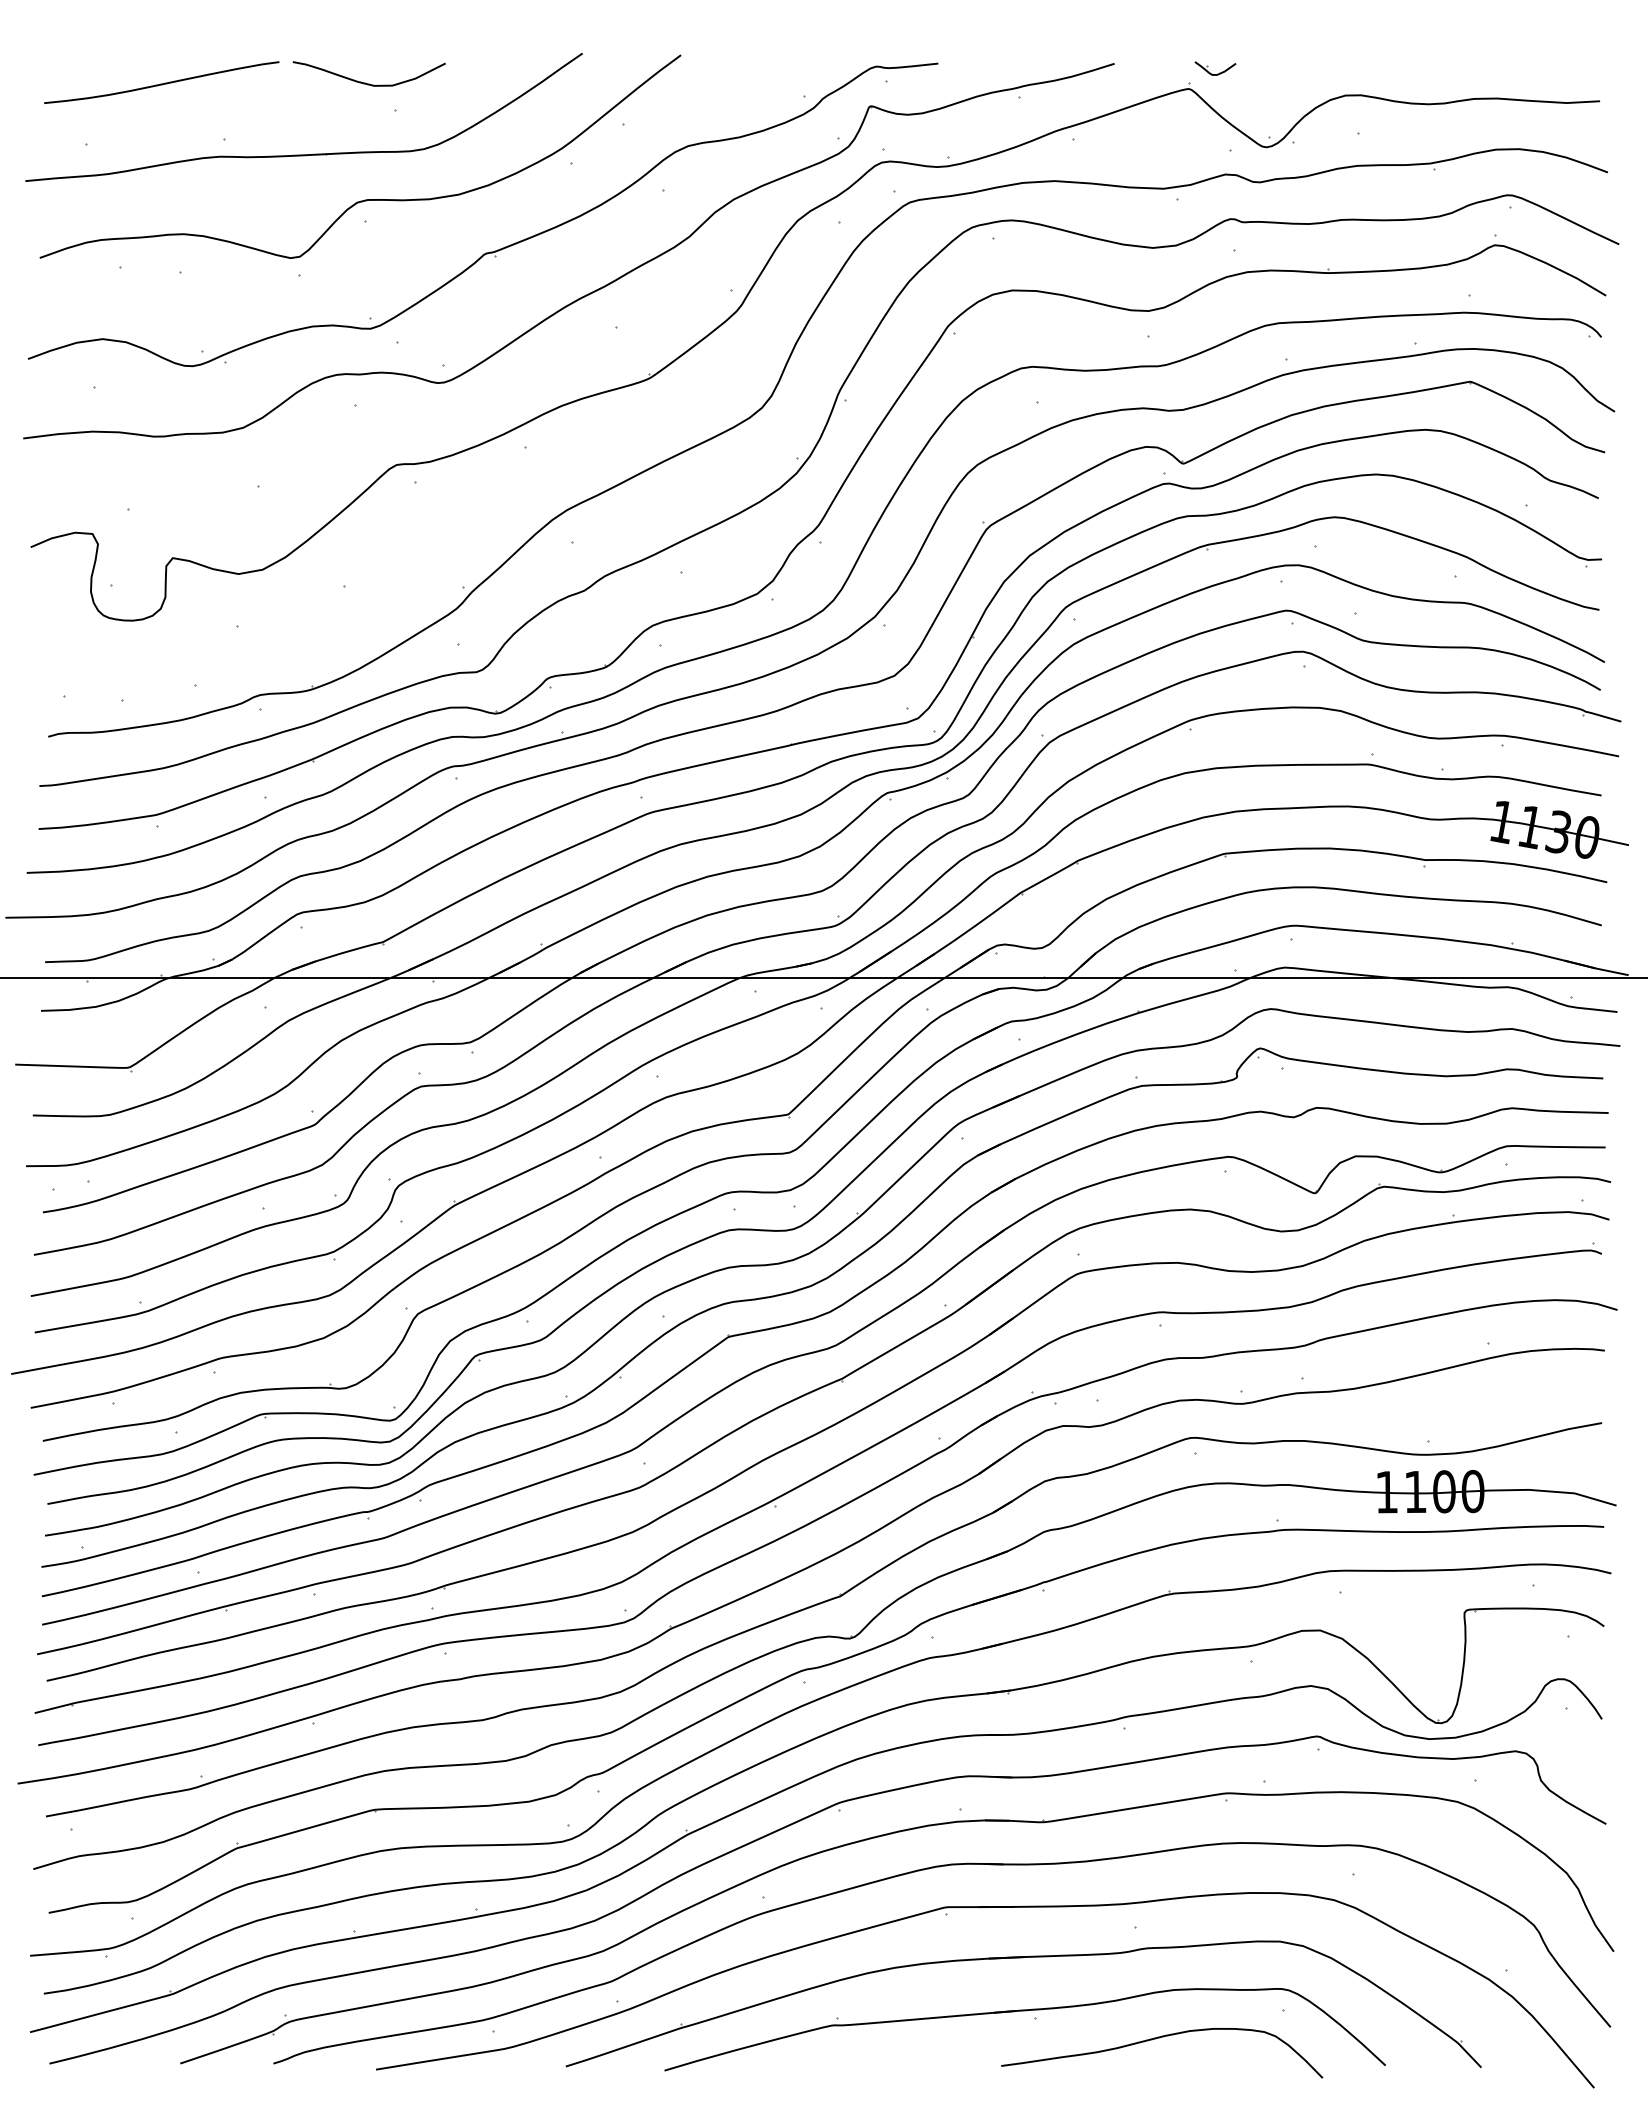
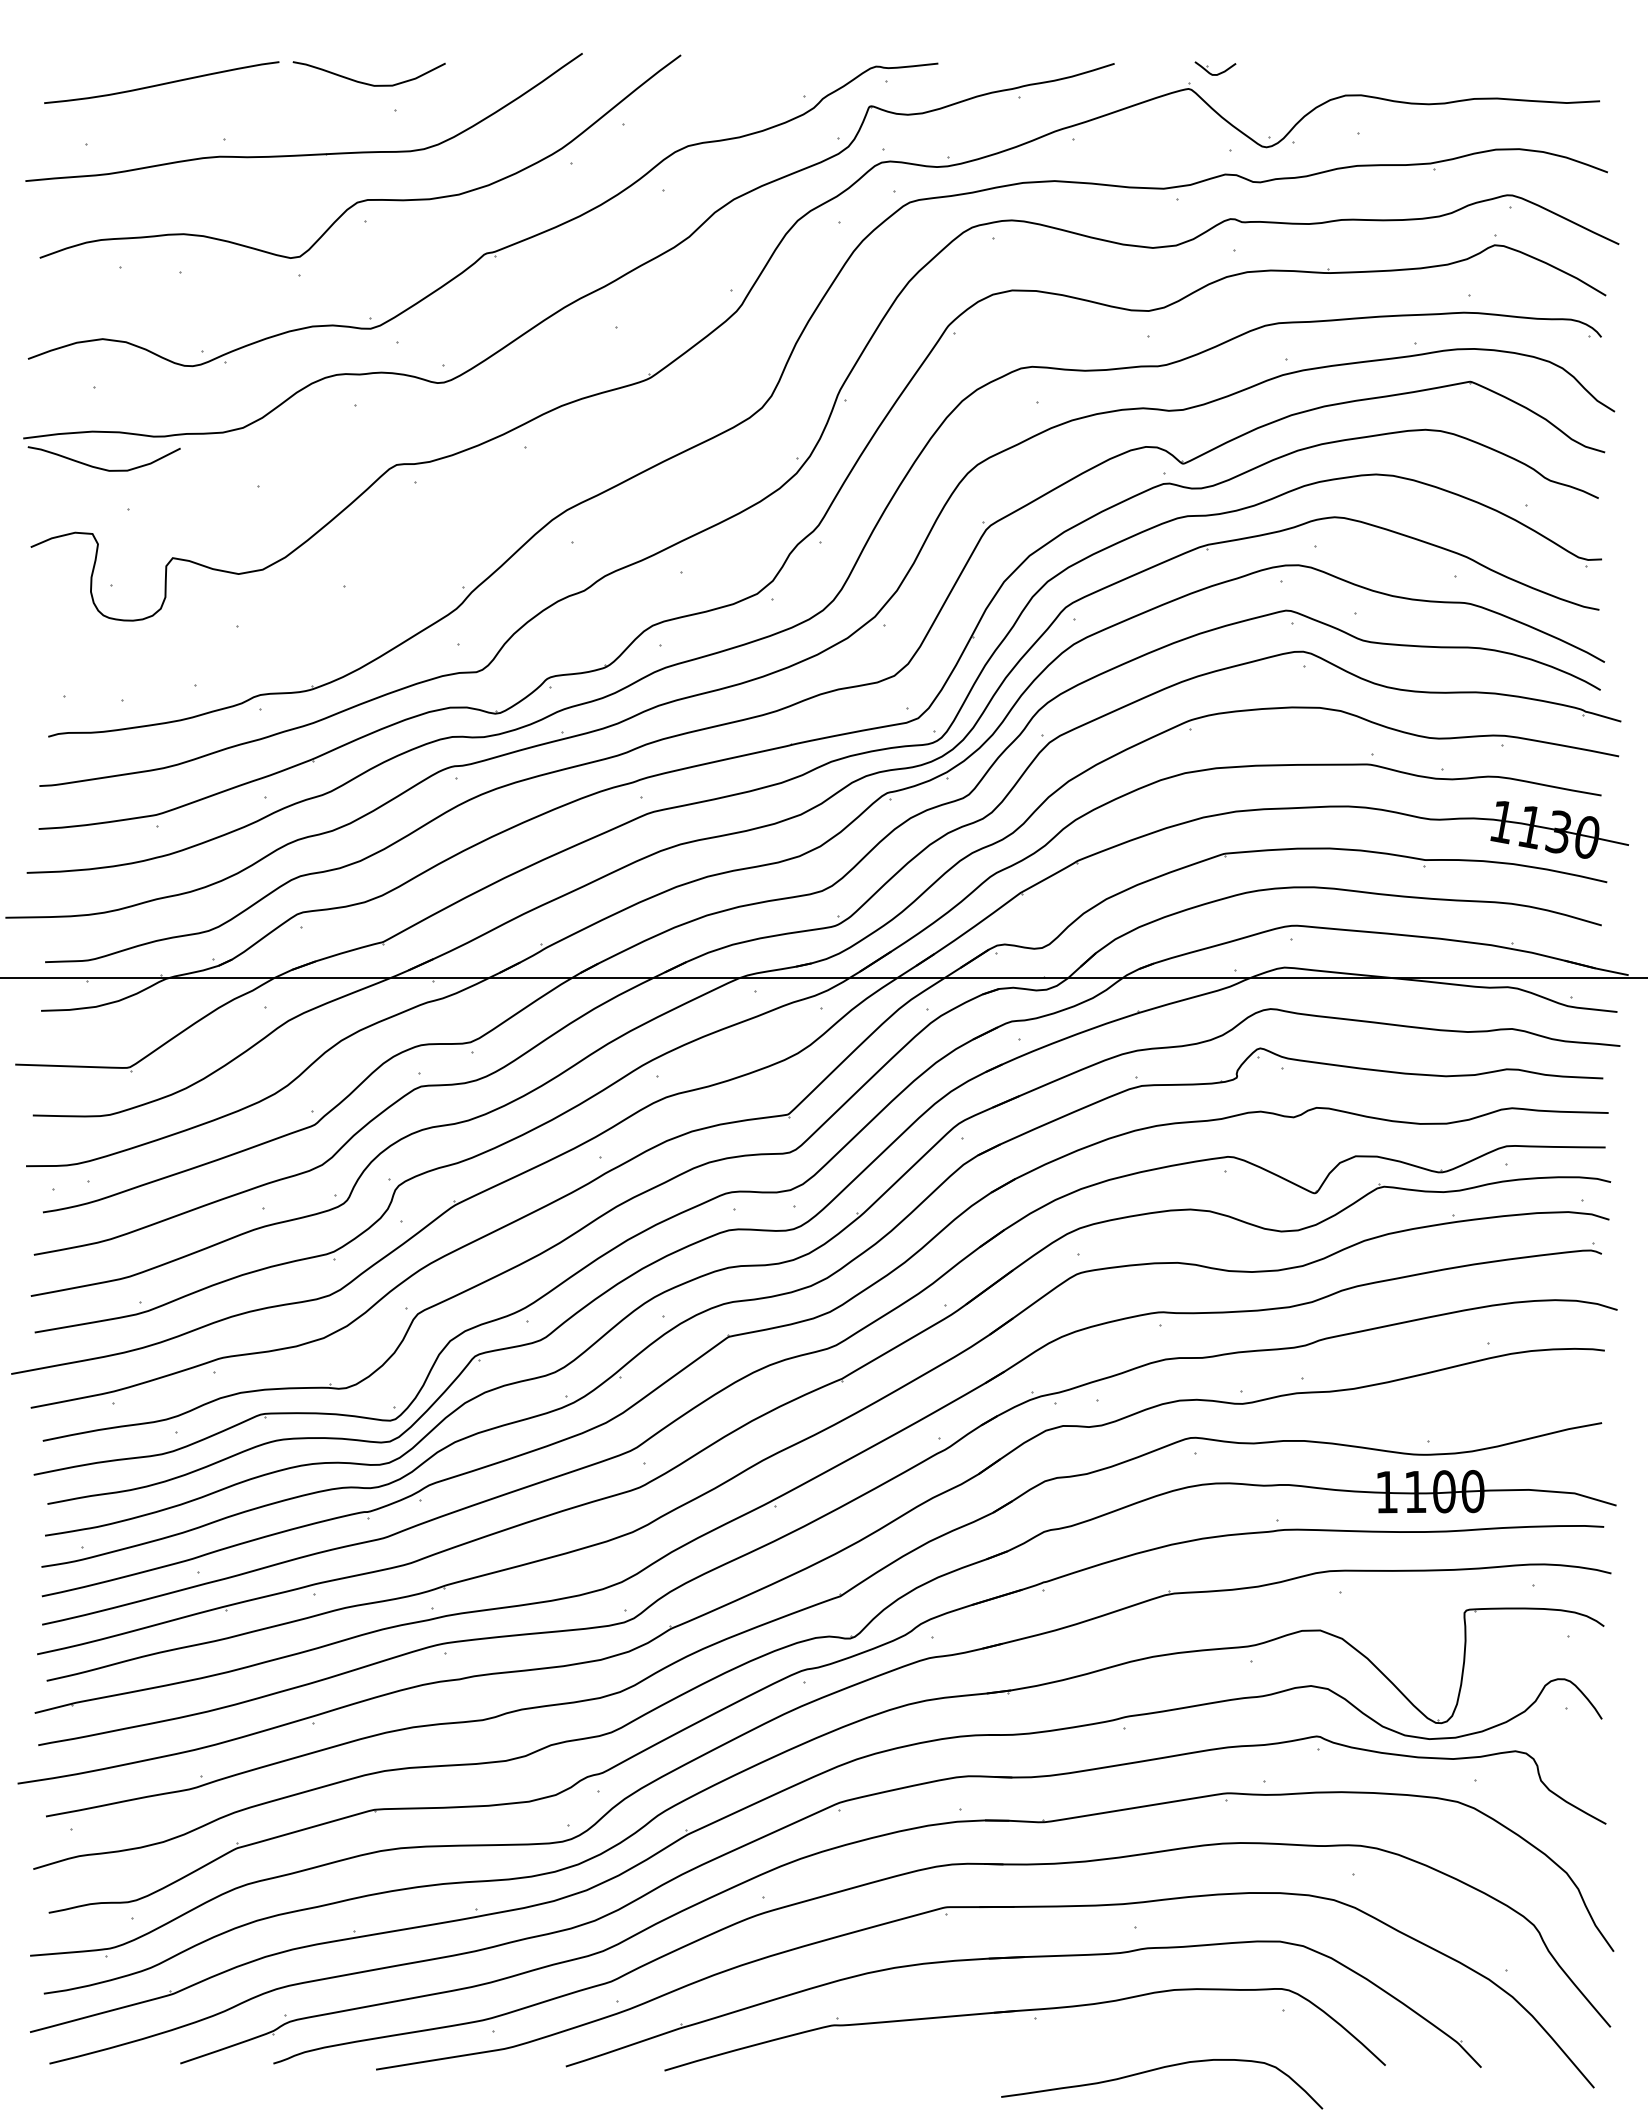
curve at (100, 467): none -> present
curve at (1159, 2038) position: (1159, 2038) -> (1159, 2069)
